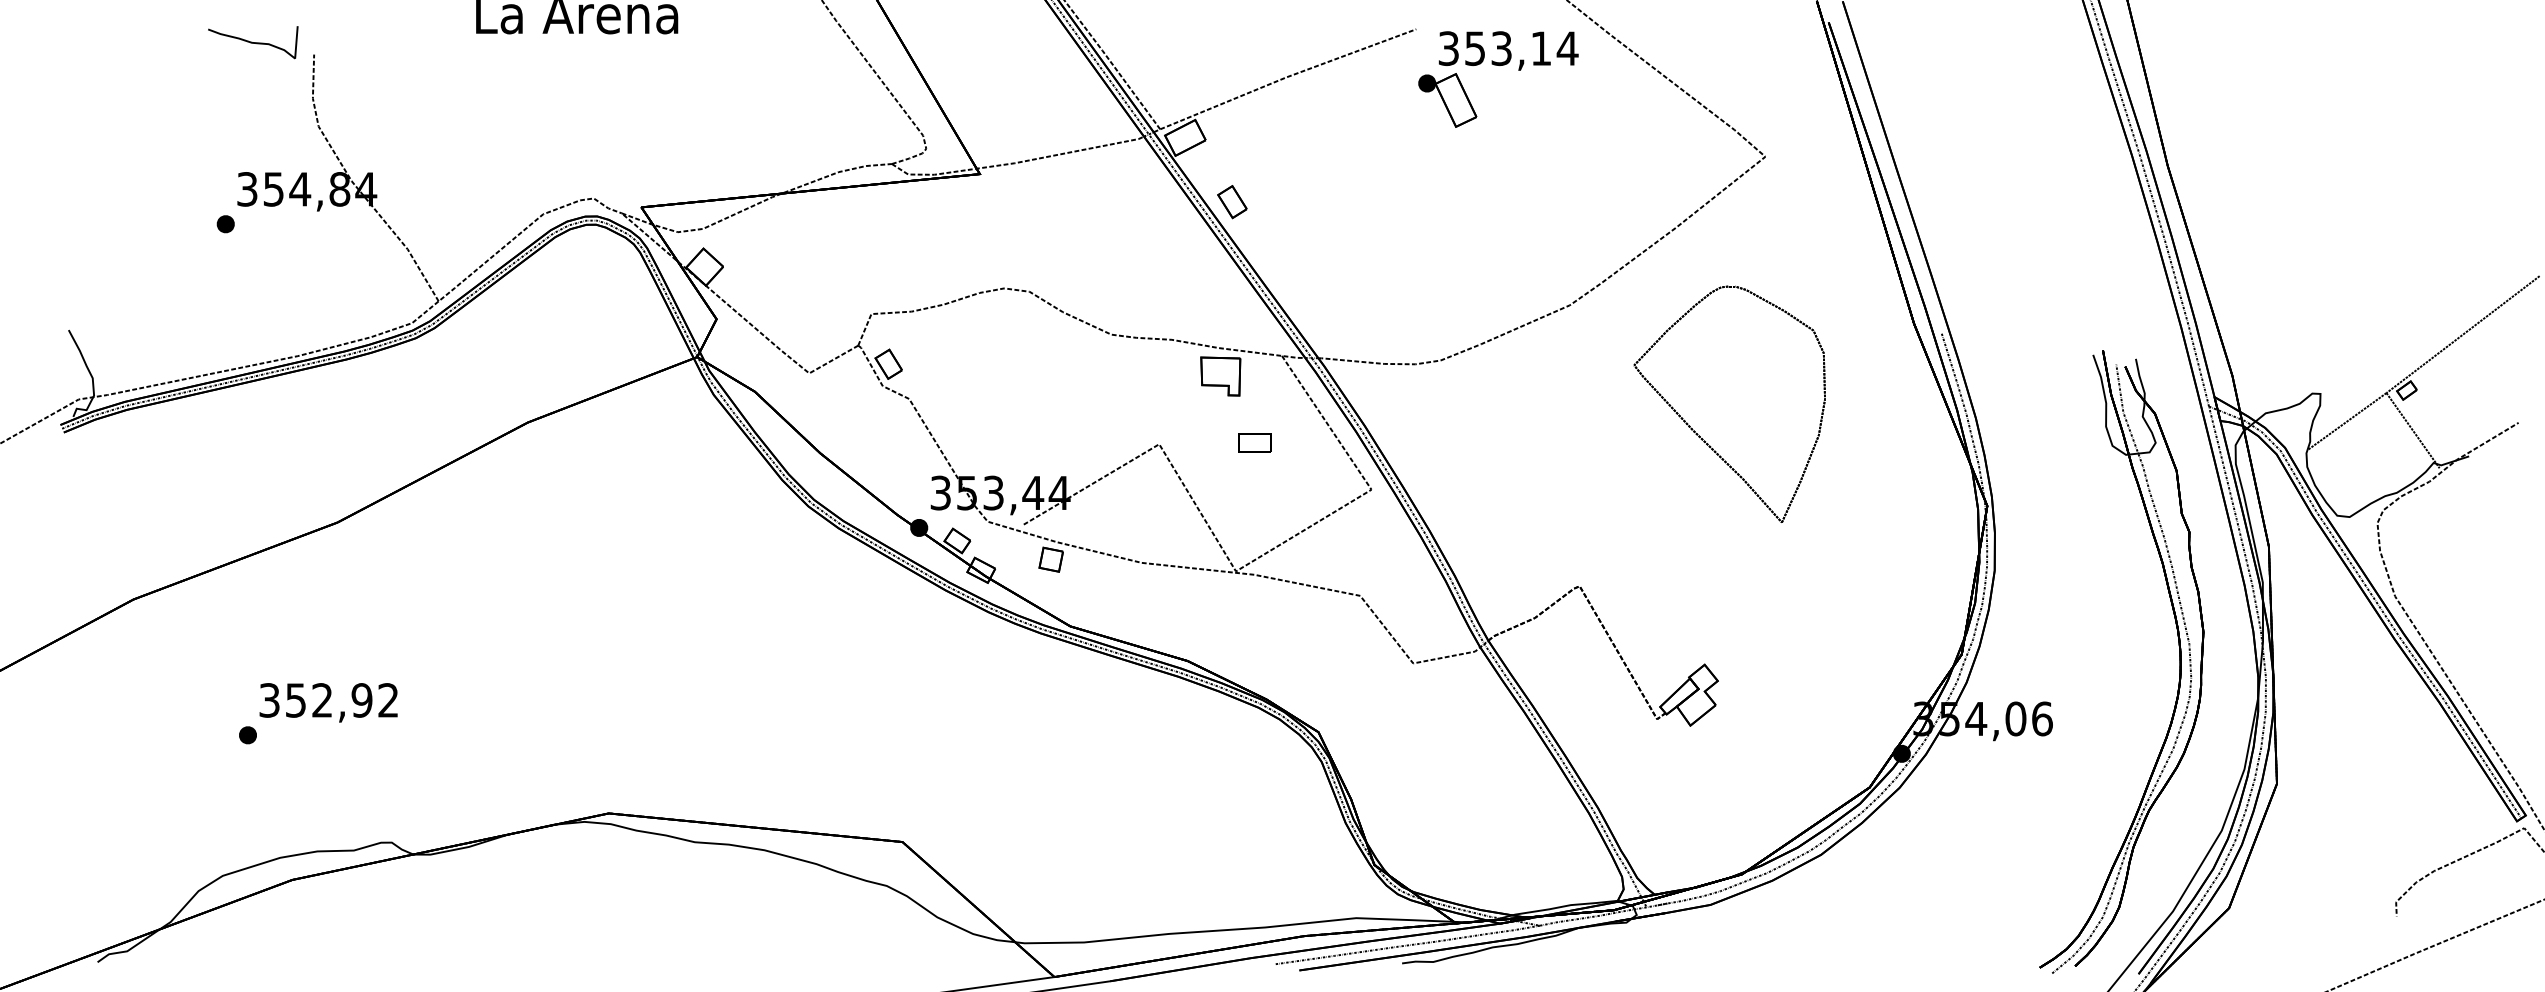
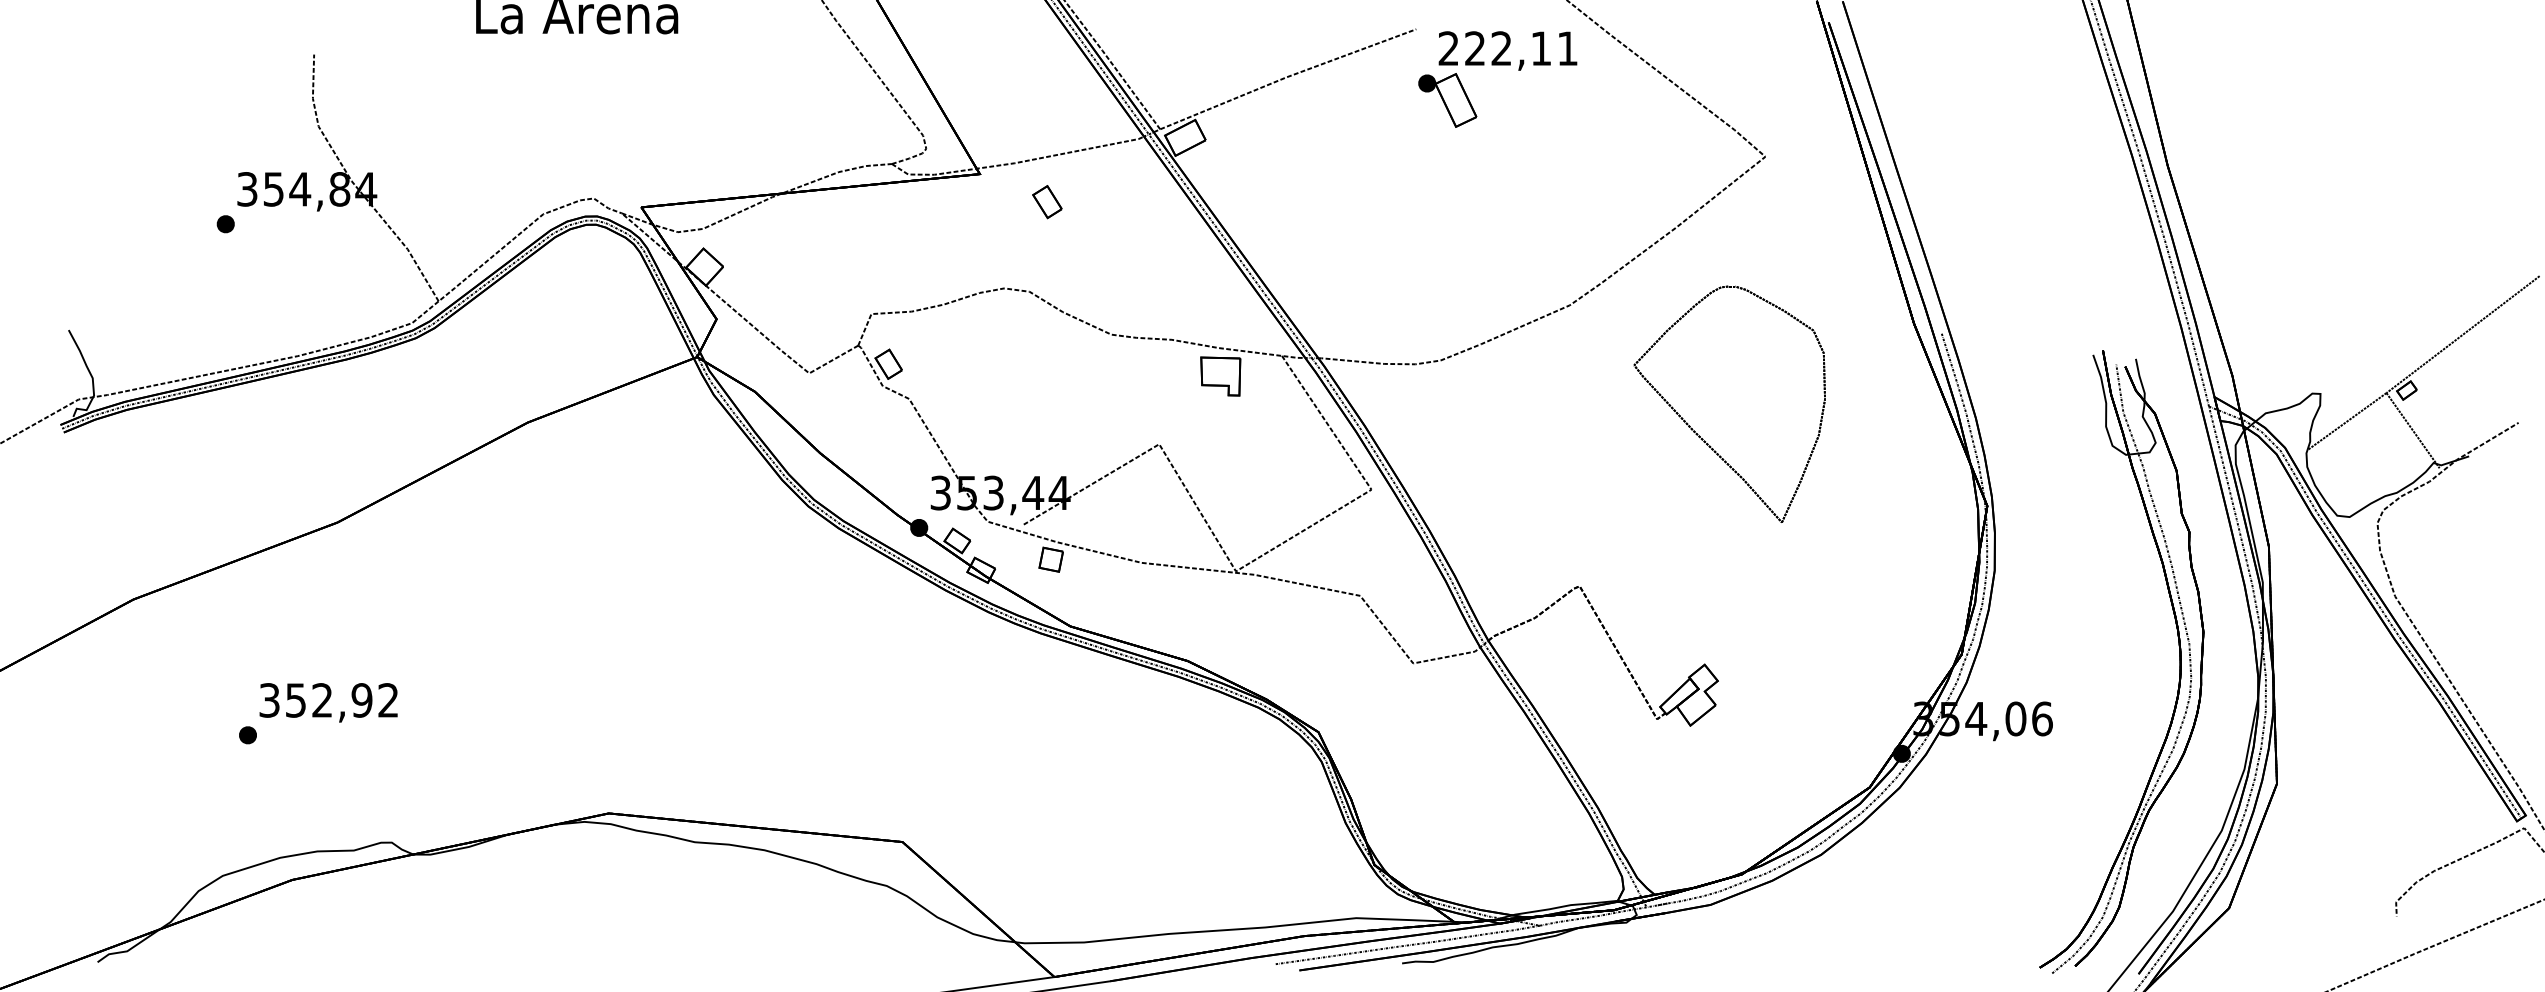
curve at (253, 42): present -> none
text at (1508, 48): 353,14 -> 222,11
part at (1232, 202) position: (1232, 202) -> (1047, 202)
part at (1254, 442): present -> none
